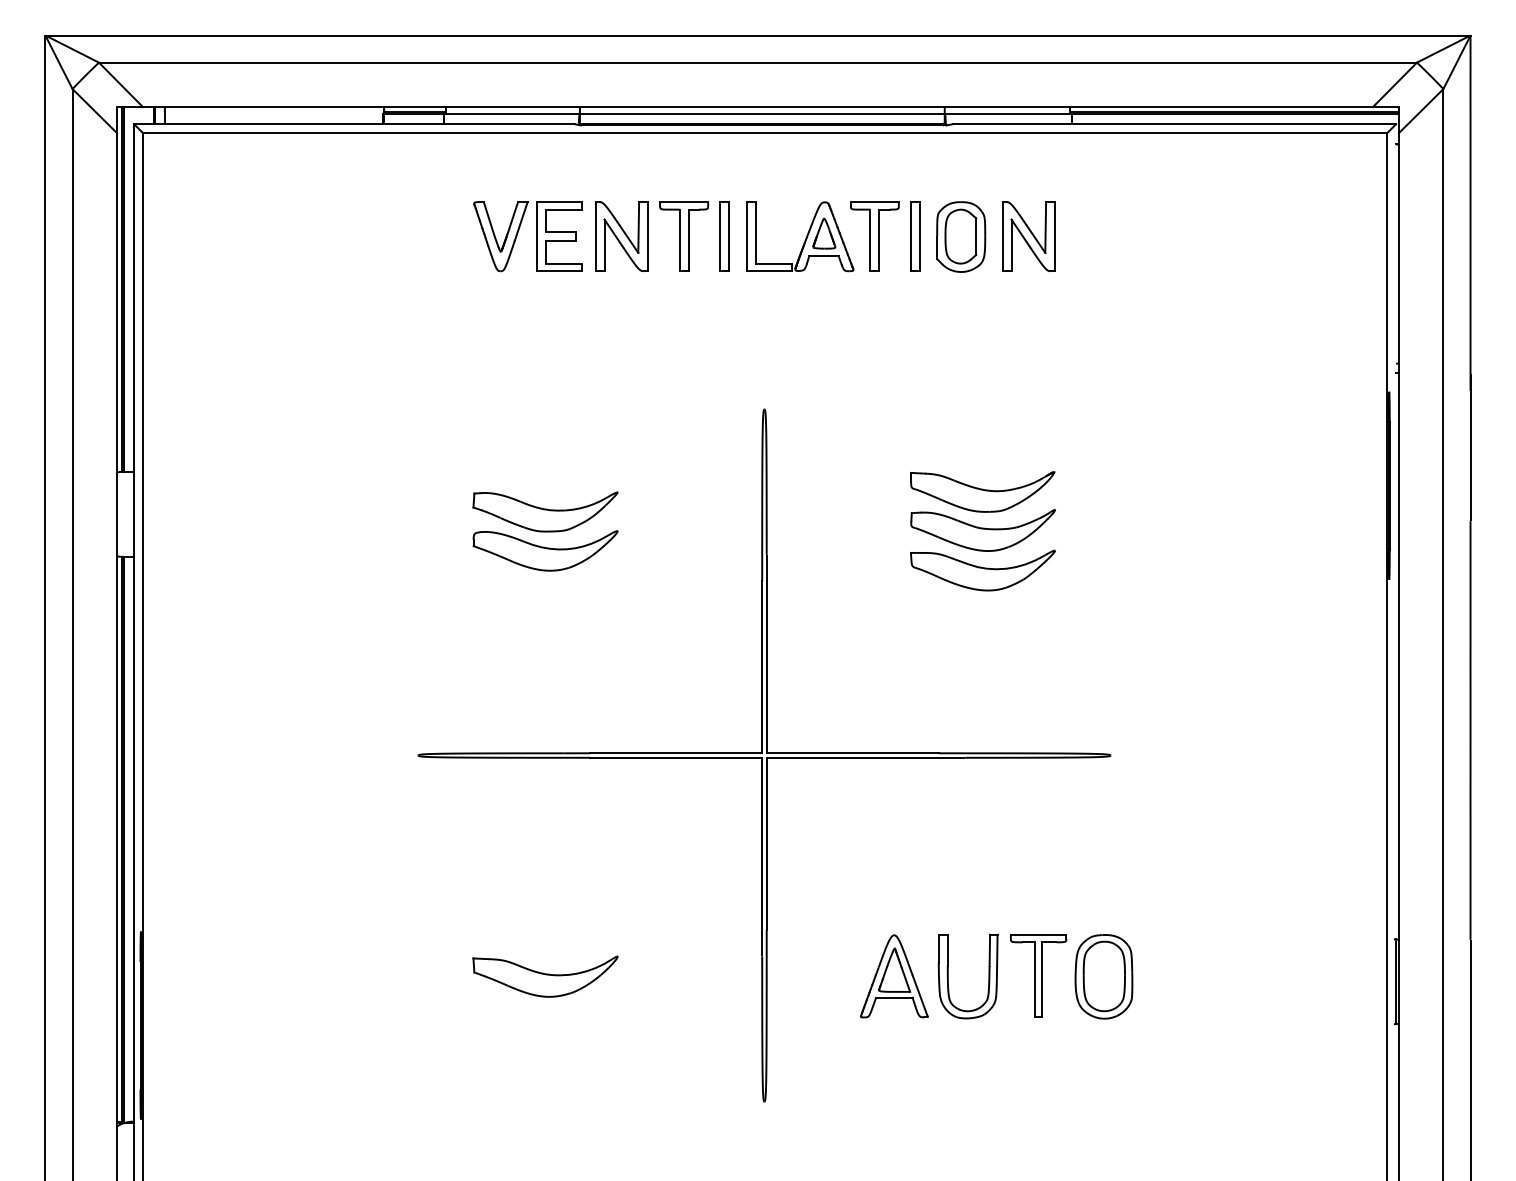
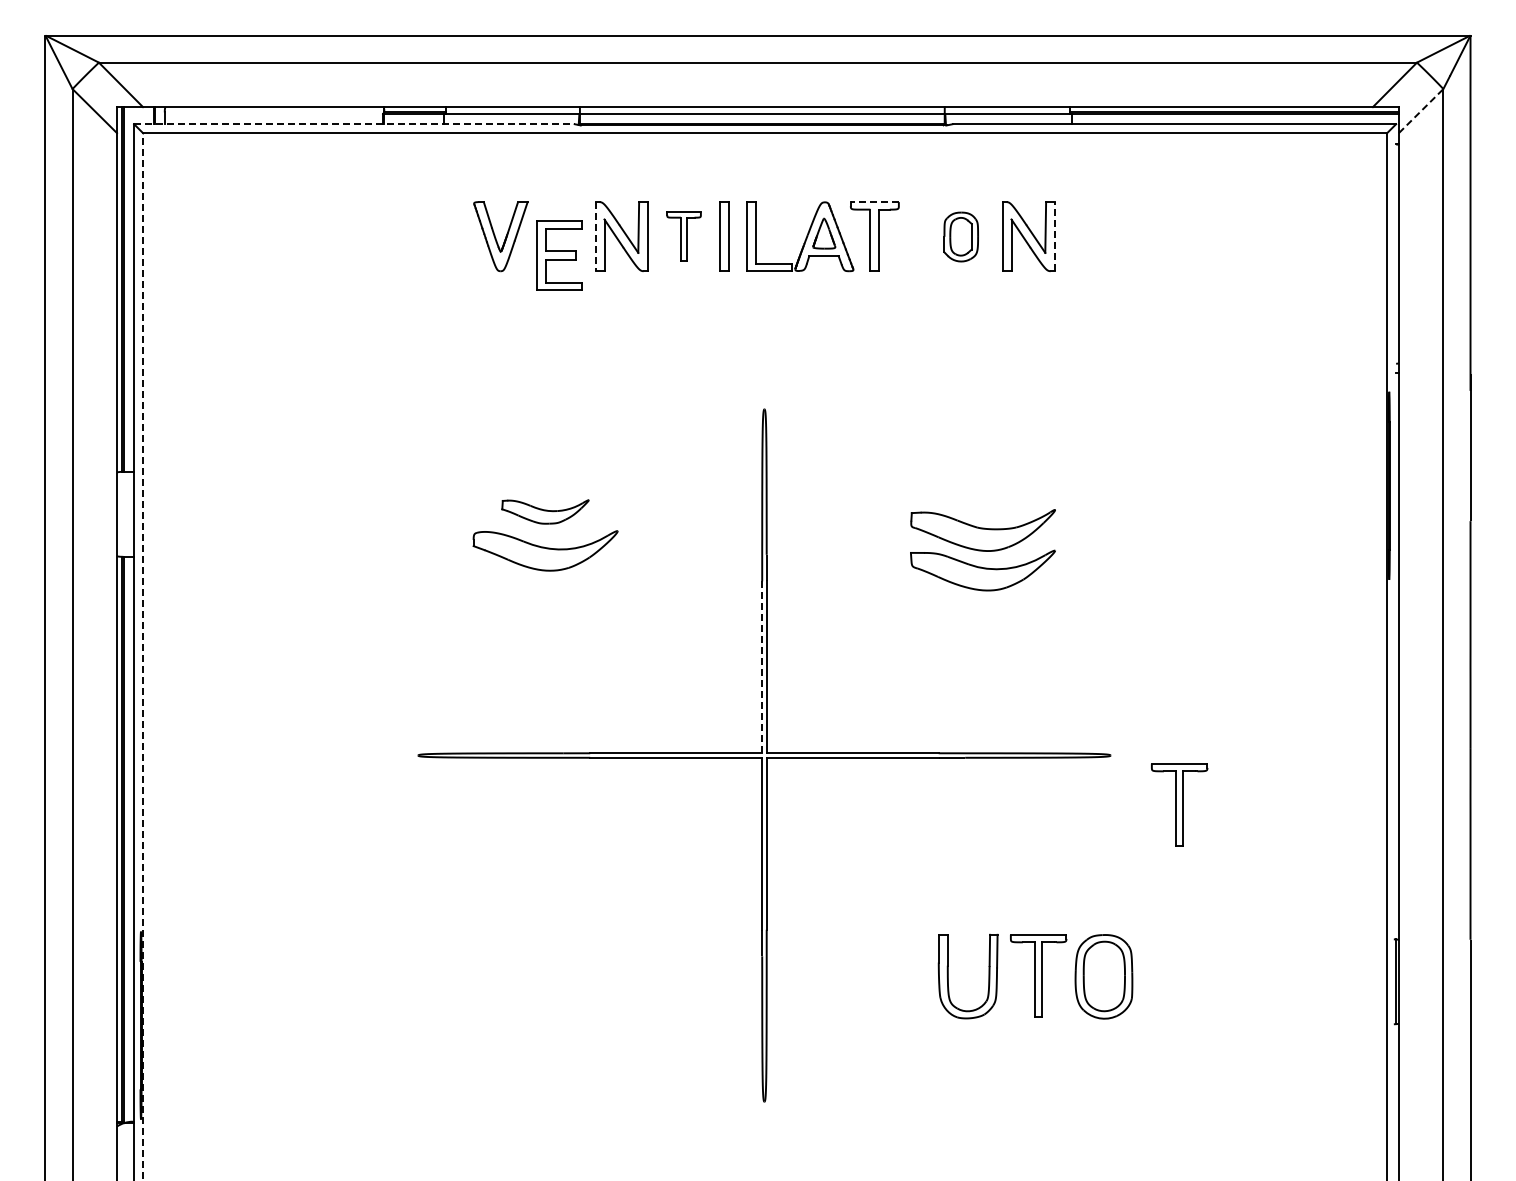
line at (1421, 110): solid -> dashed
line at (354, 124): solid -> dashed
line at (874, 202): solid -> dashed
part at (559, 236) position: (559, 236) -> (559, 255)
line at (595, 236): solid -> dashed
part at (683, 236) size: 50x71 px -> 36x51 px
part at (915, 236): present -> none
part at (961, 236) size: 51x72 px -> 36x52 px
line at (1055, 236): solid -> dashed
part at (982, 491): present -> none
part at (545, 511) size: 147x42 px -> 89x26 px
line at (143, 656): solid -> dashed
line at (762, 667): solid -> dashed
part at (1179, 804): none -> present
part at (545, 976): present -> none
part at (894, 976): present -> none
